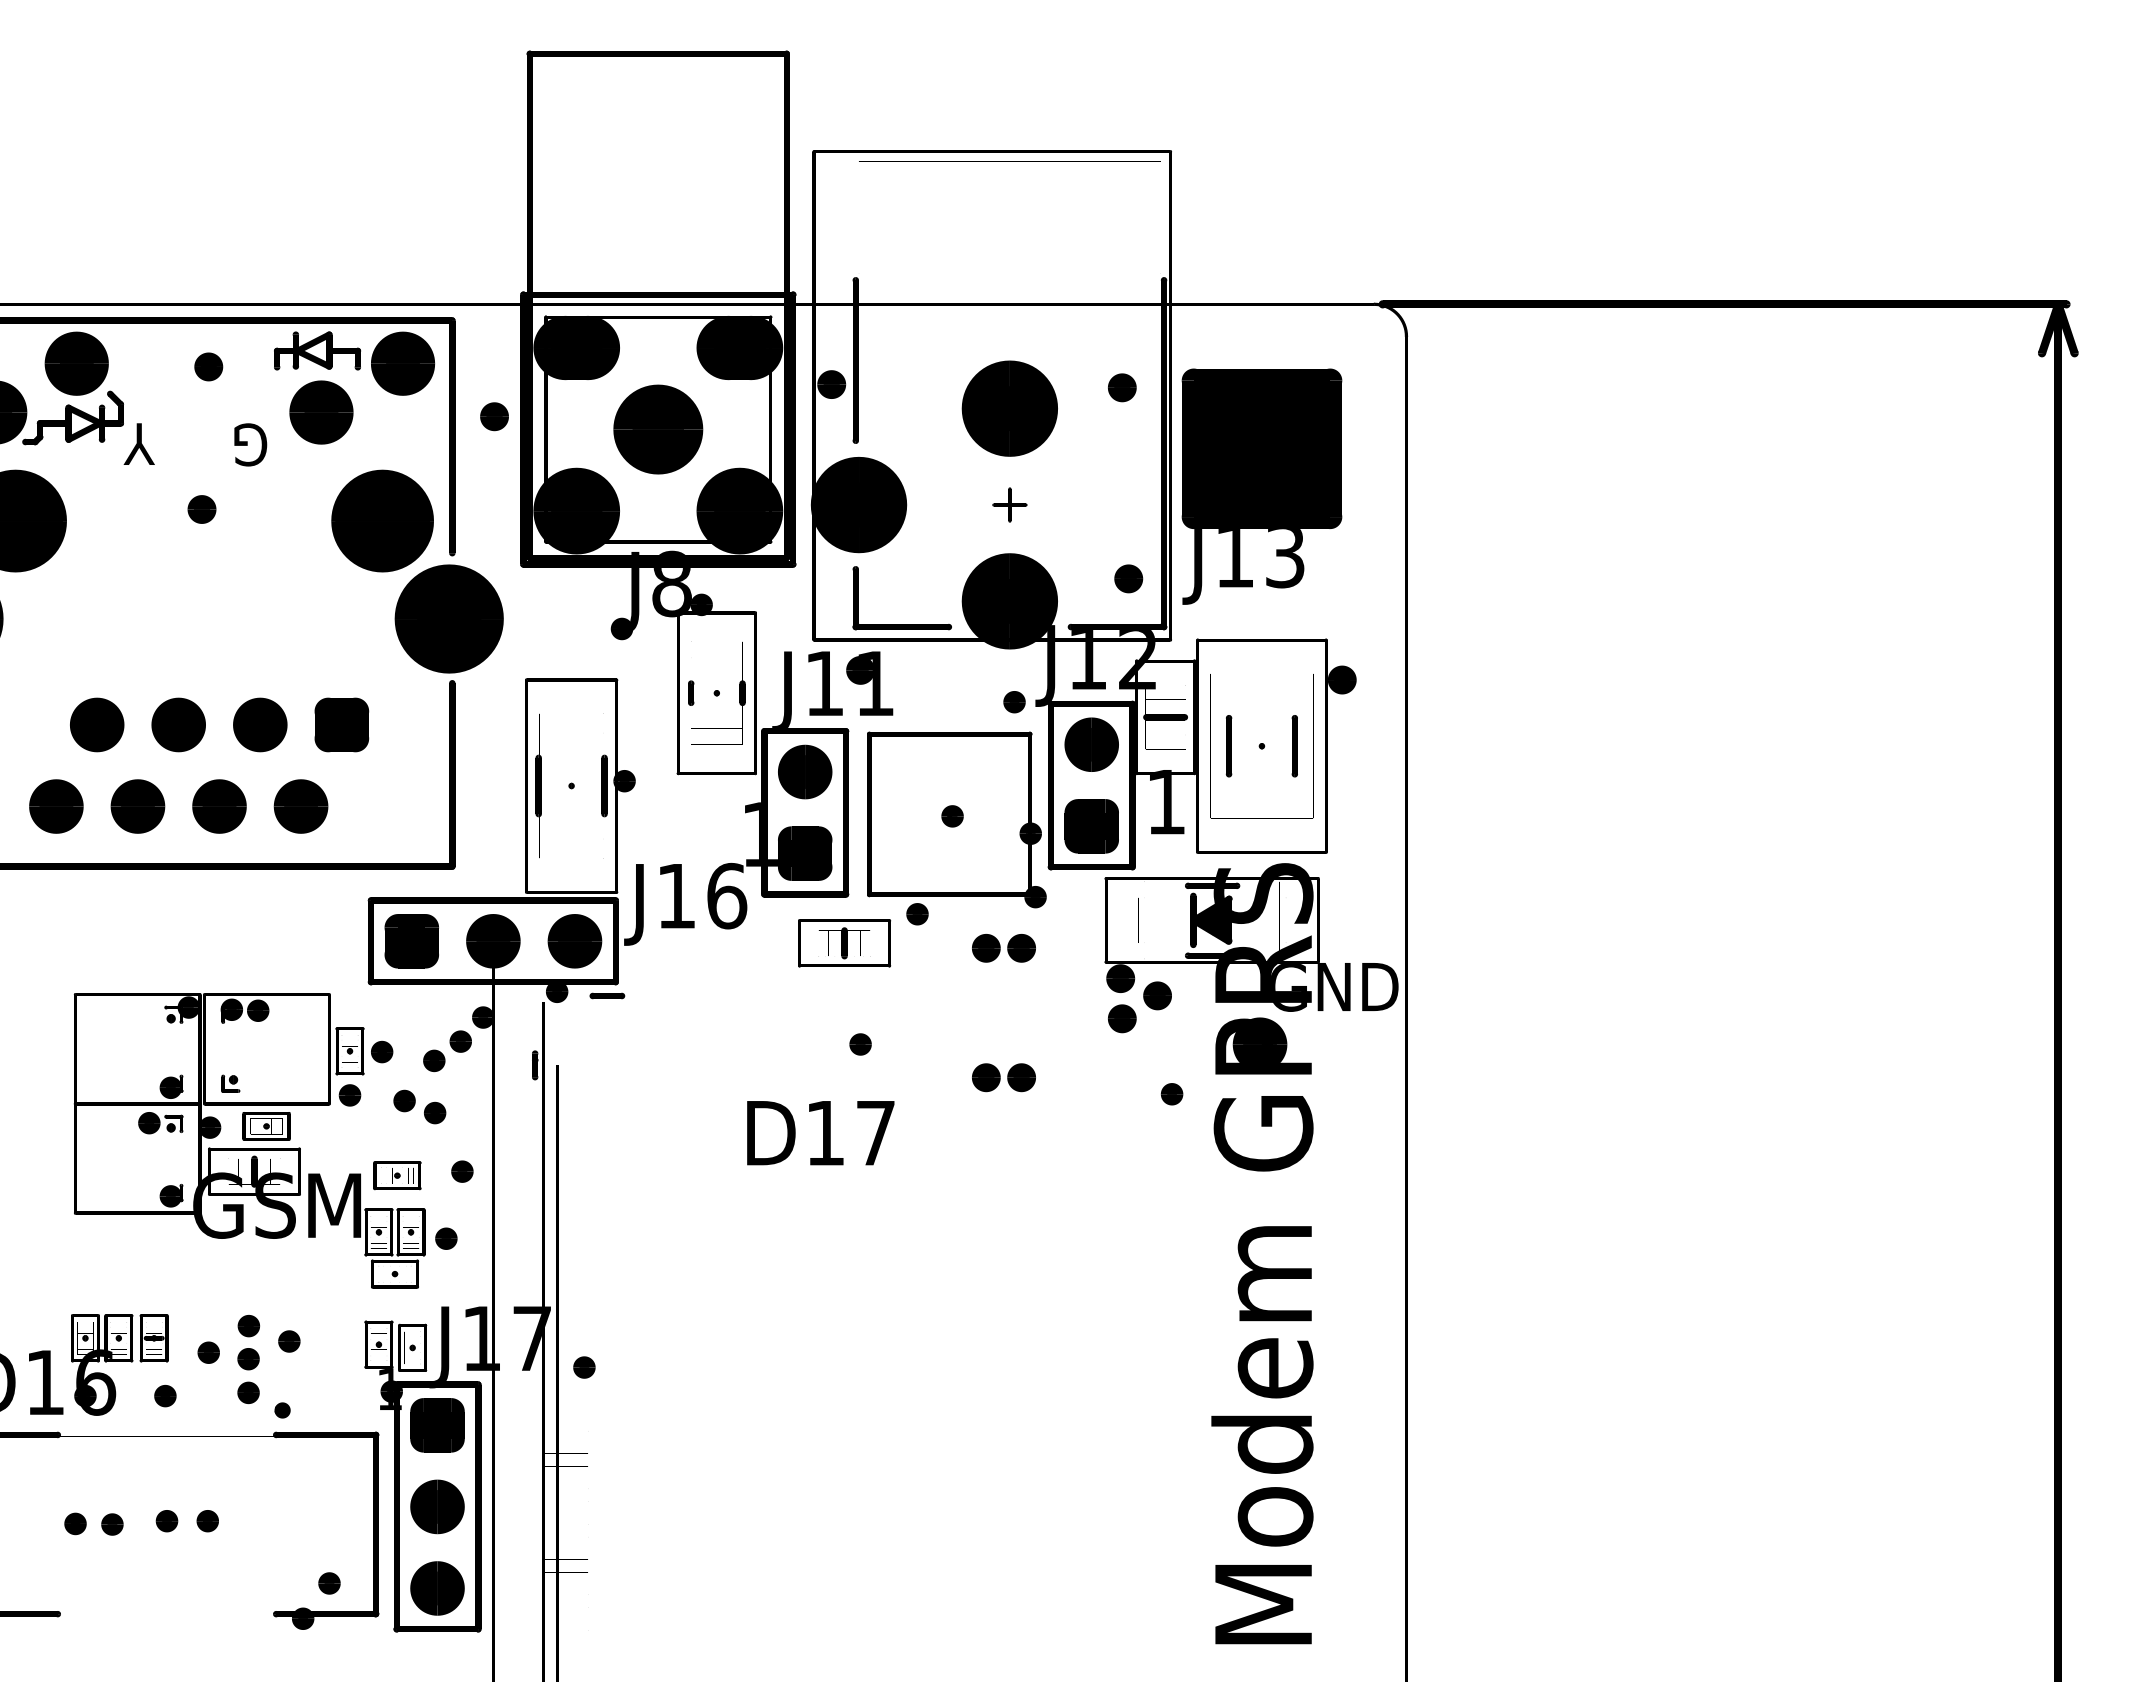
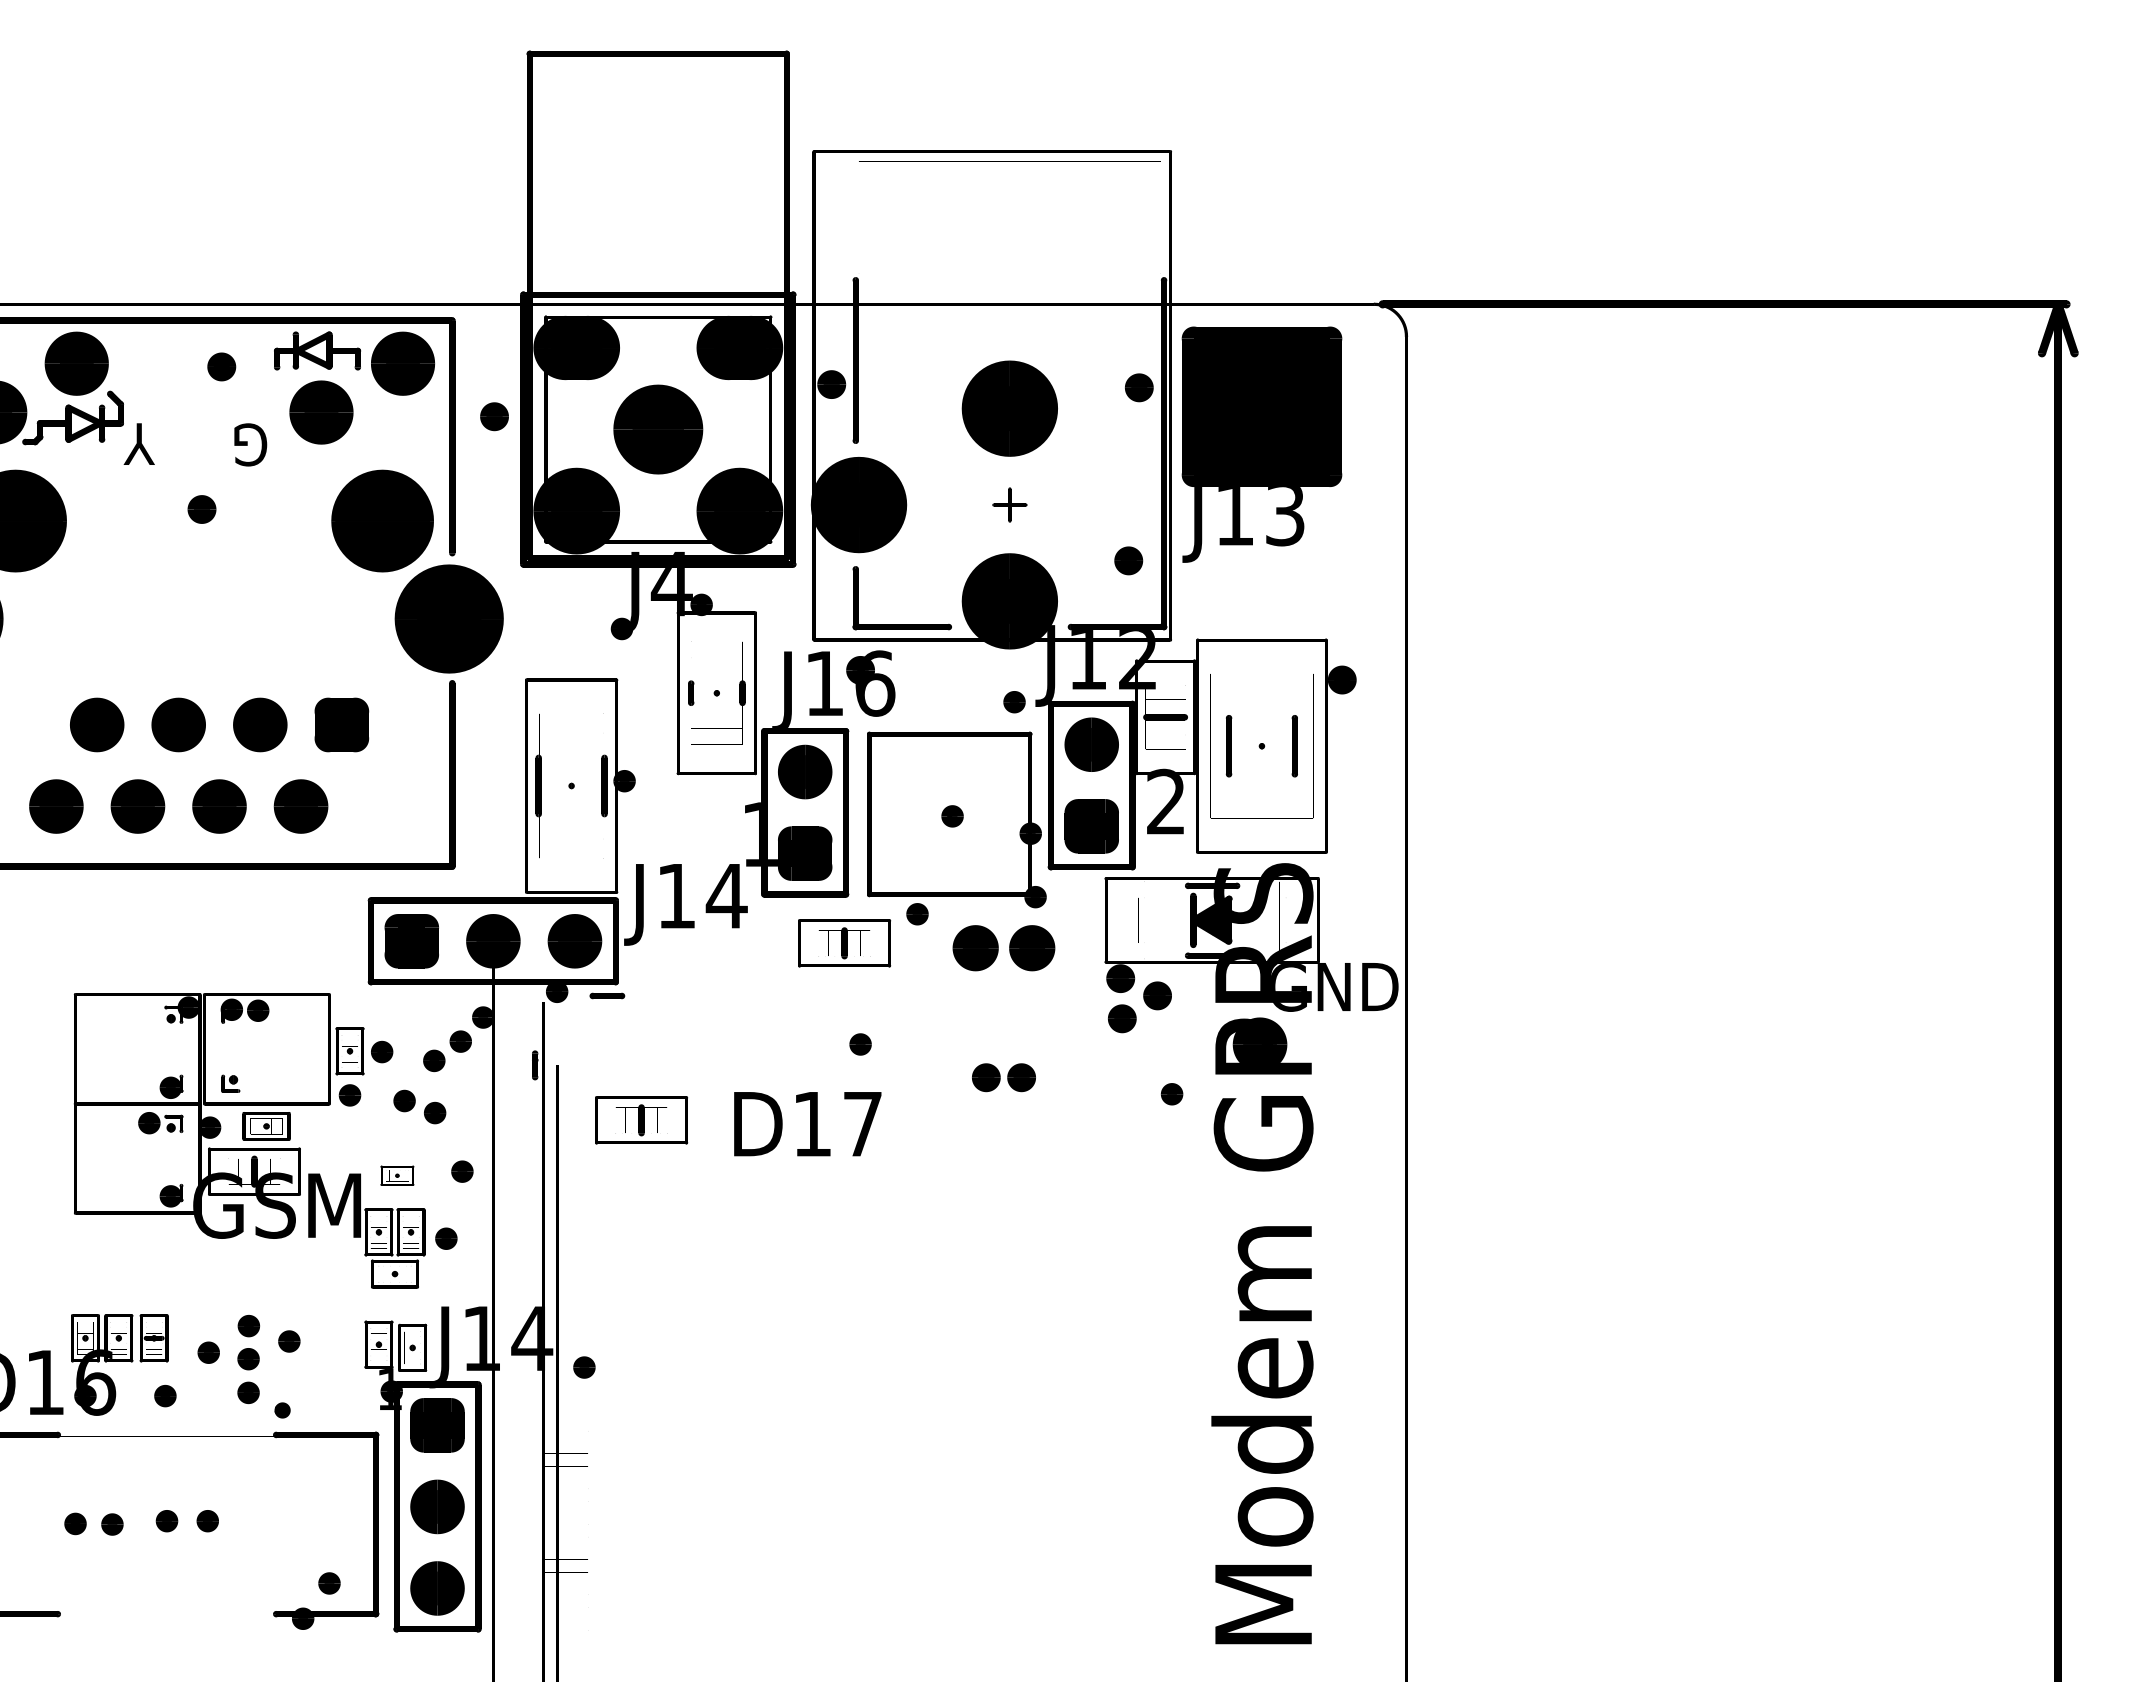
part at (208, 366) position: (208, 366) -> (221, 366)
part at (1122, 387) position: (1122, 387) -> (1139, 387)
text at (1261, 486) position: (1261, 486) -> (1261, 444)
part at (1128, 578) position: (1128, 578) -> (1128, 560)
text at (671, 583): J8 -> J4
text at (875, 683): J11 -> J16
text at (1165, 801): 1 -> 2
text at (726, 895): J16 -> J14
part at (1003, 948) size: 64x29 px -> 104x47 px
part at (641, 1120): none -> present
text at (820, 1133) position: (820, 1133) -> (807, 1124)
part at (397, 1175) size: 49x30 px -> 35x21 px
text at (532, 1338): J17 -> J14
